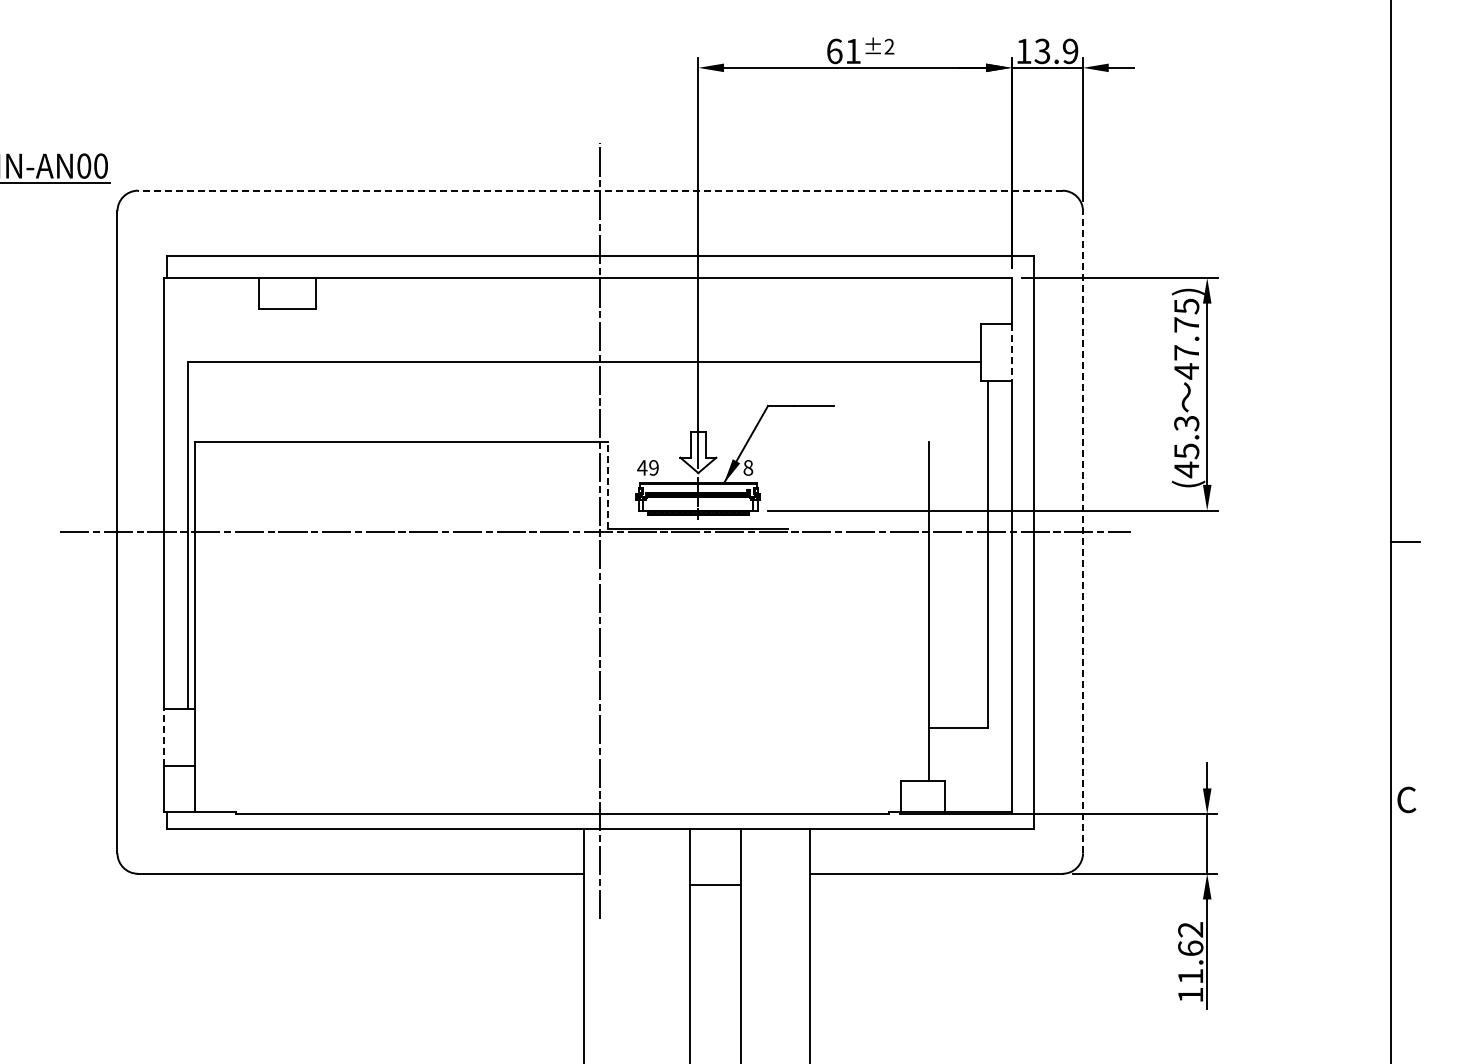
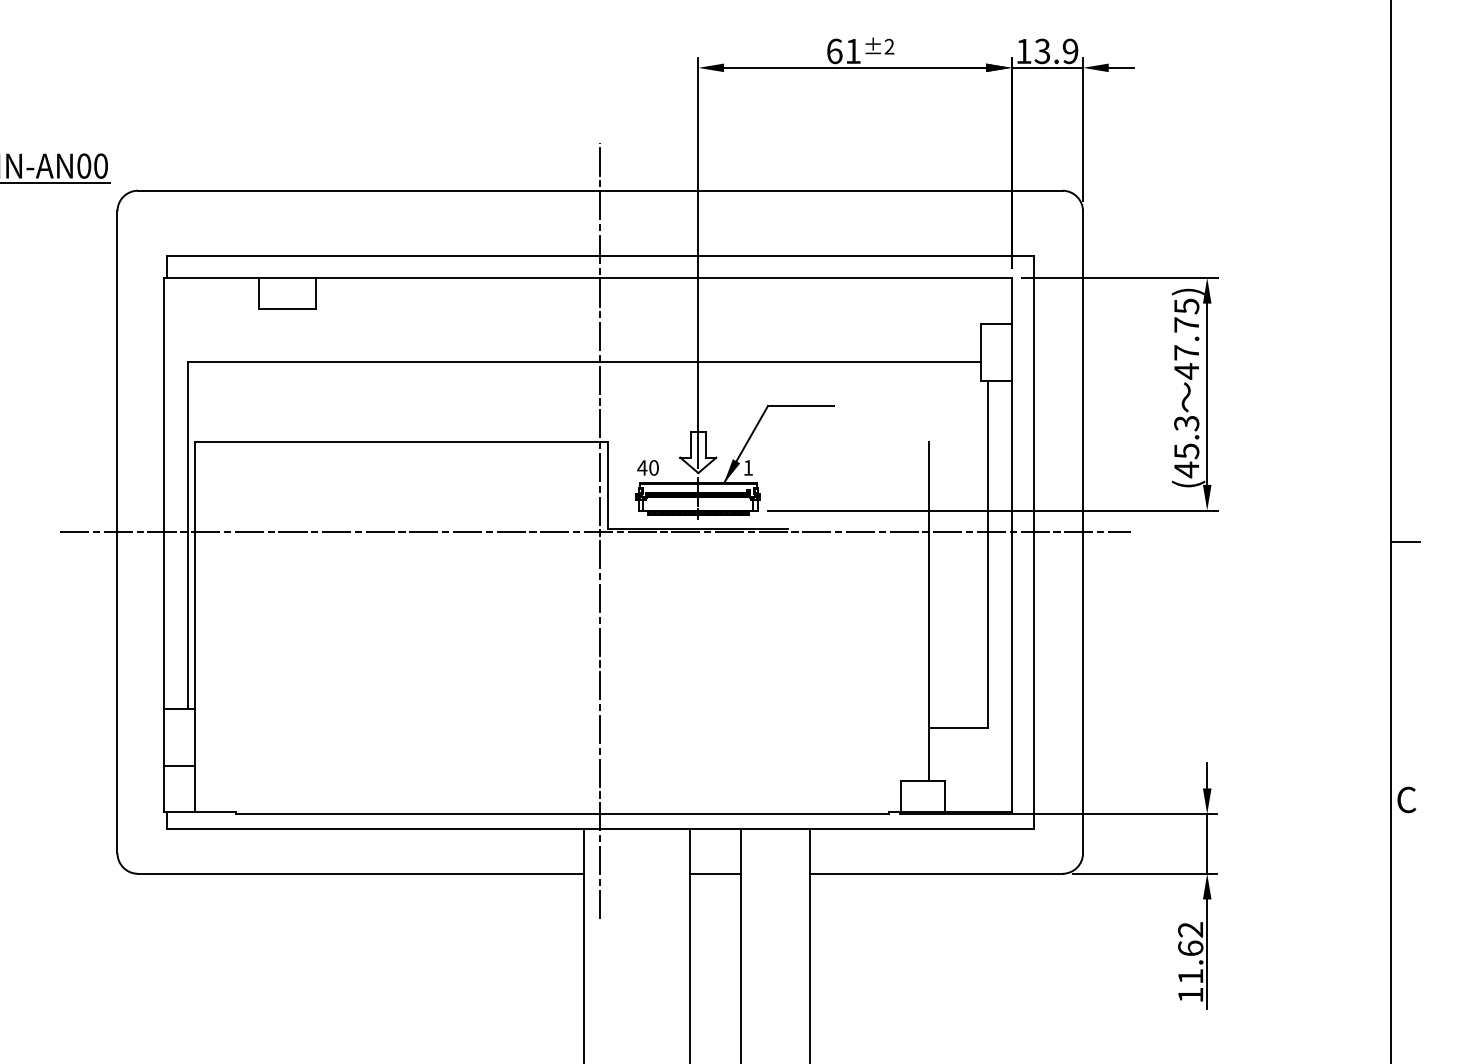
line at (599, 190): dashed -> solid
line at (1011, 352): dashed -> solid
text at (653, 467): 49 -> 40
text at (748, 467): 8 -> 1
line at (608, 485): dashed -> solid
line at (1083, 531): dashed -> solid
line at (164, 737): dashed -> solid
line at (714, 884) position: (714, 884) -> (714, 873)
